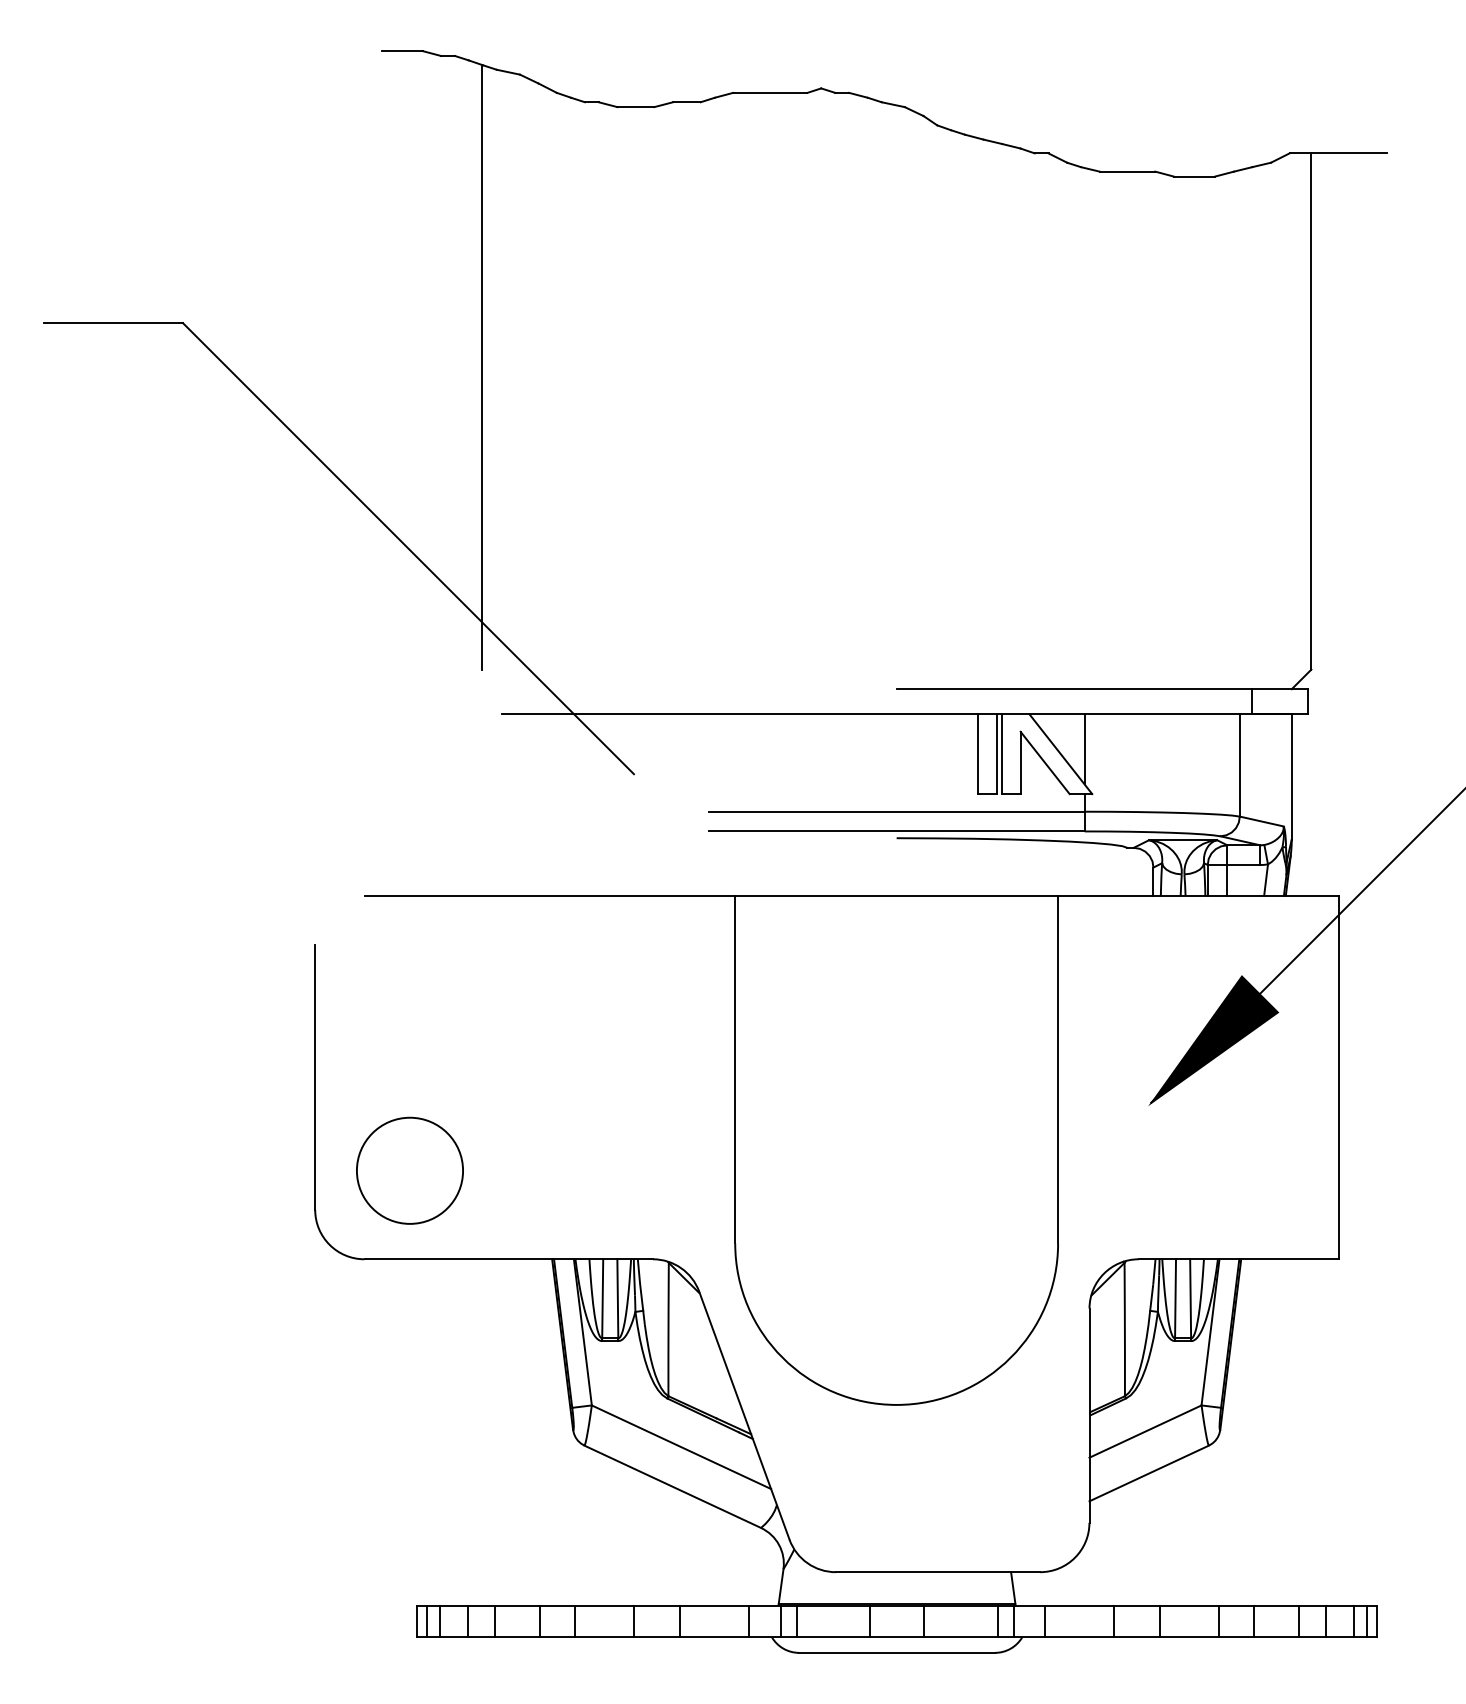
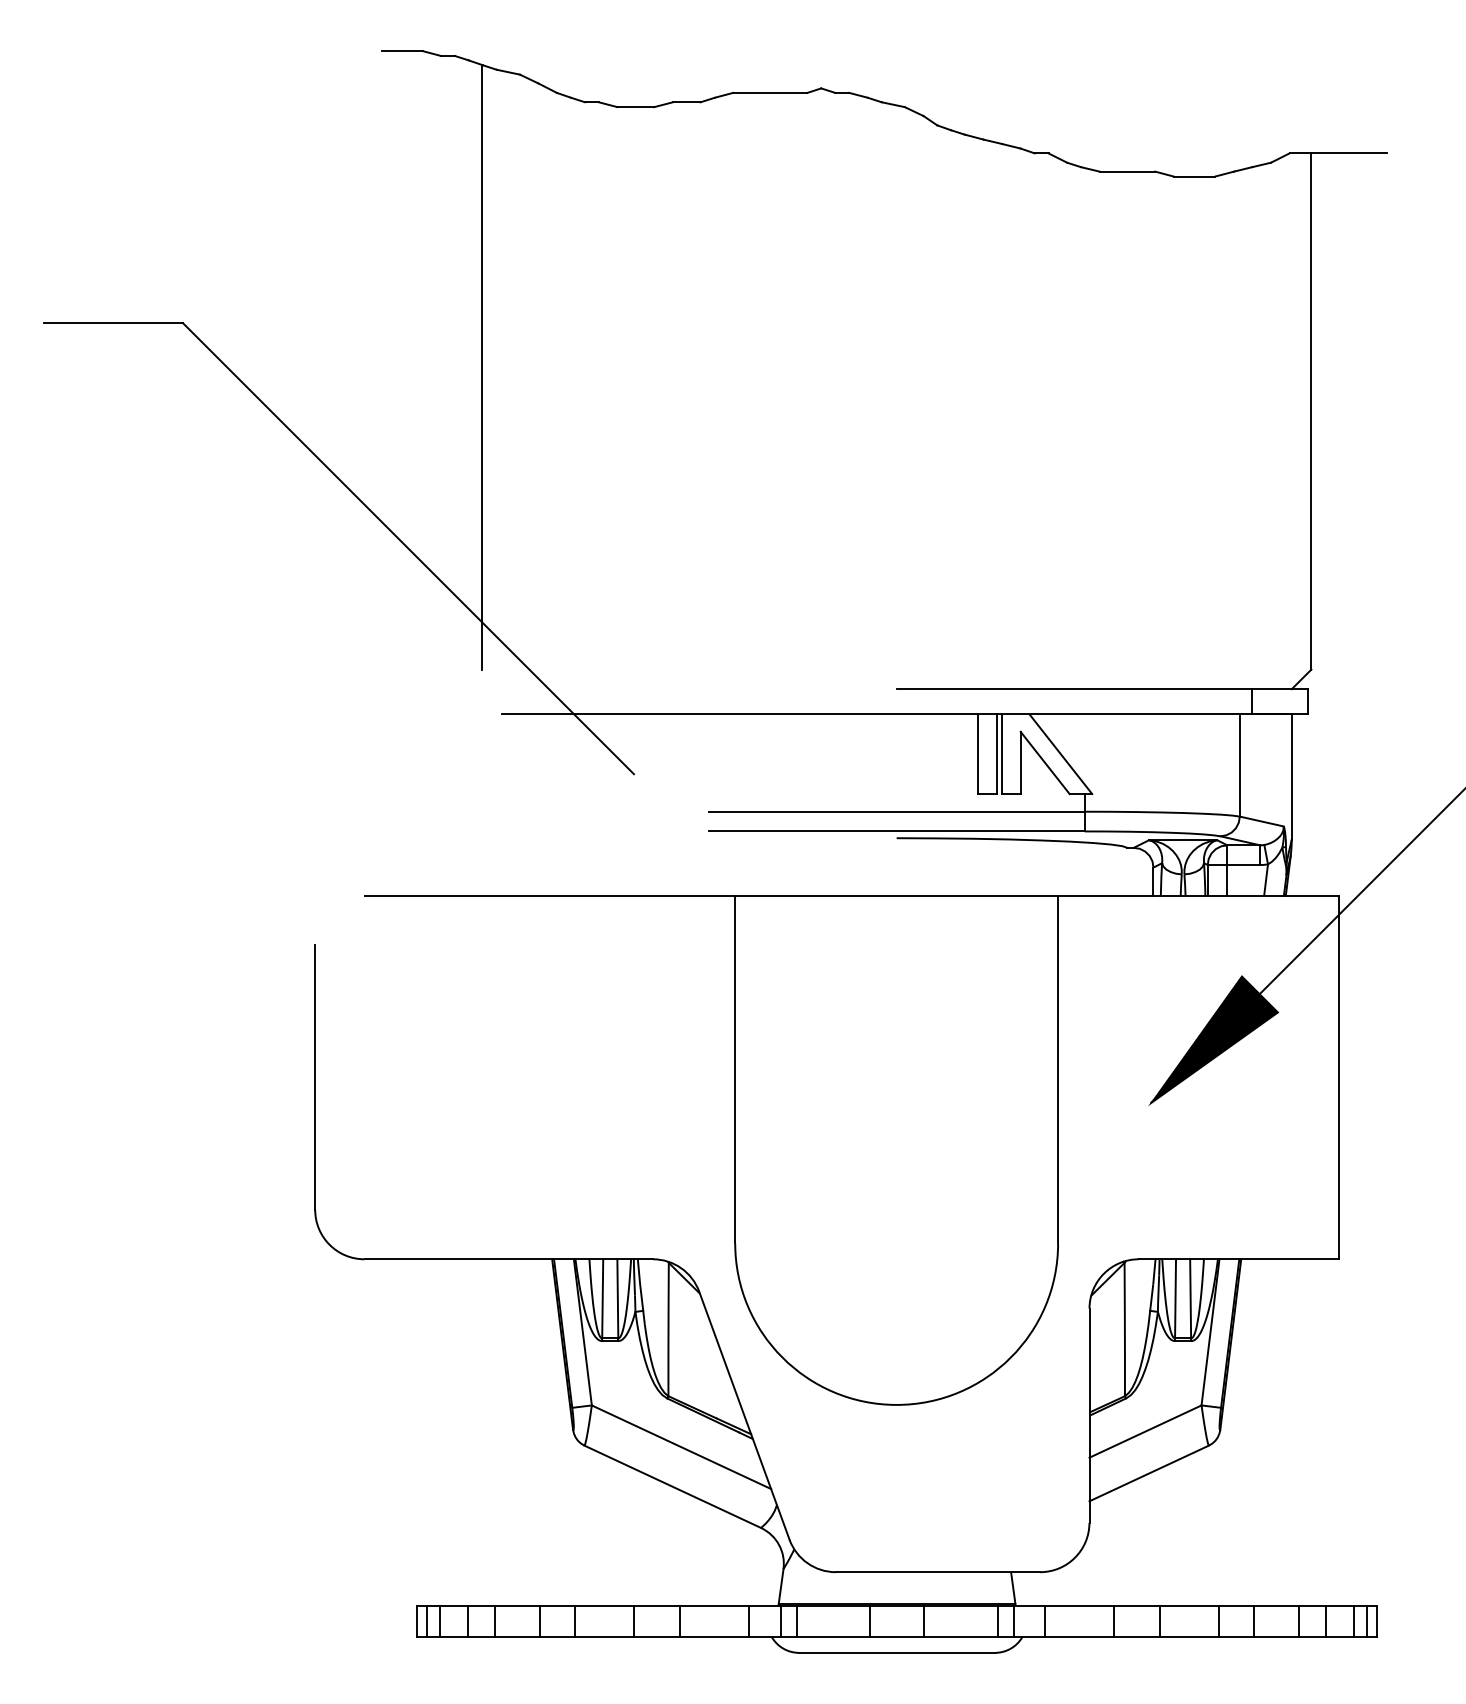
line at (1084, 749): present -> none
circle at (409, 1170): present -> none
